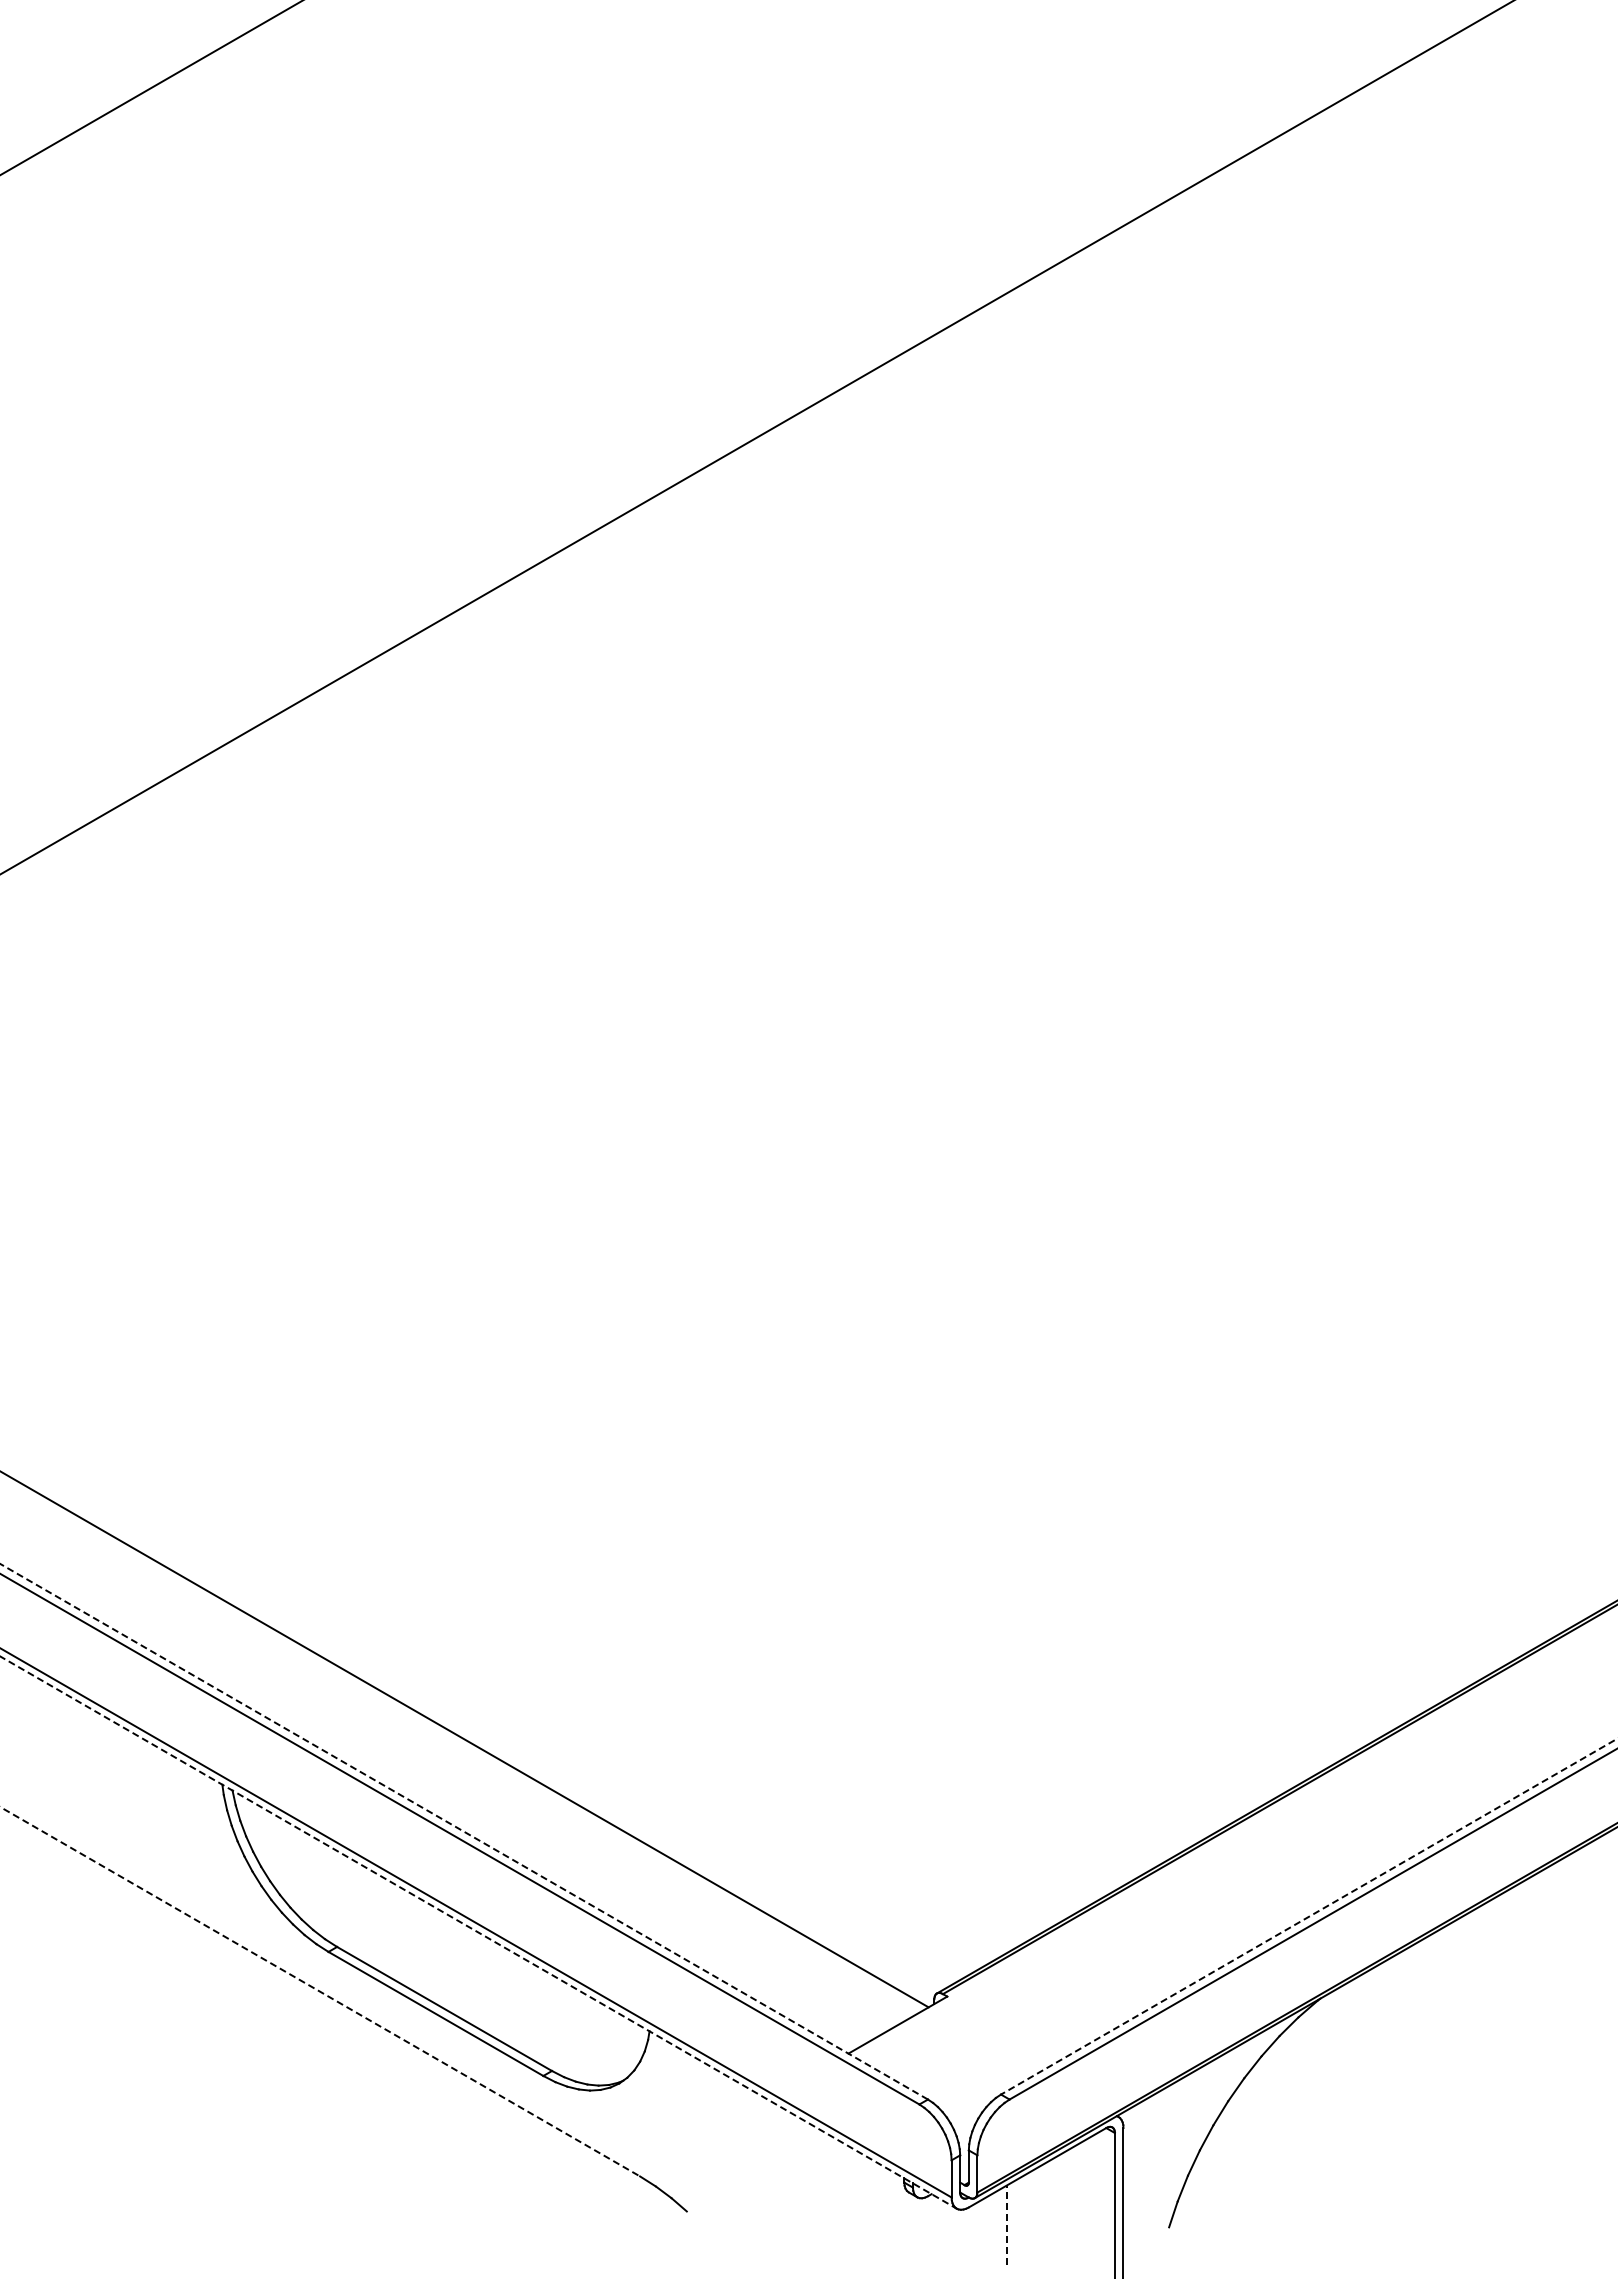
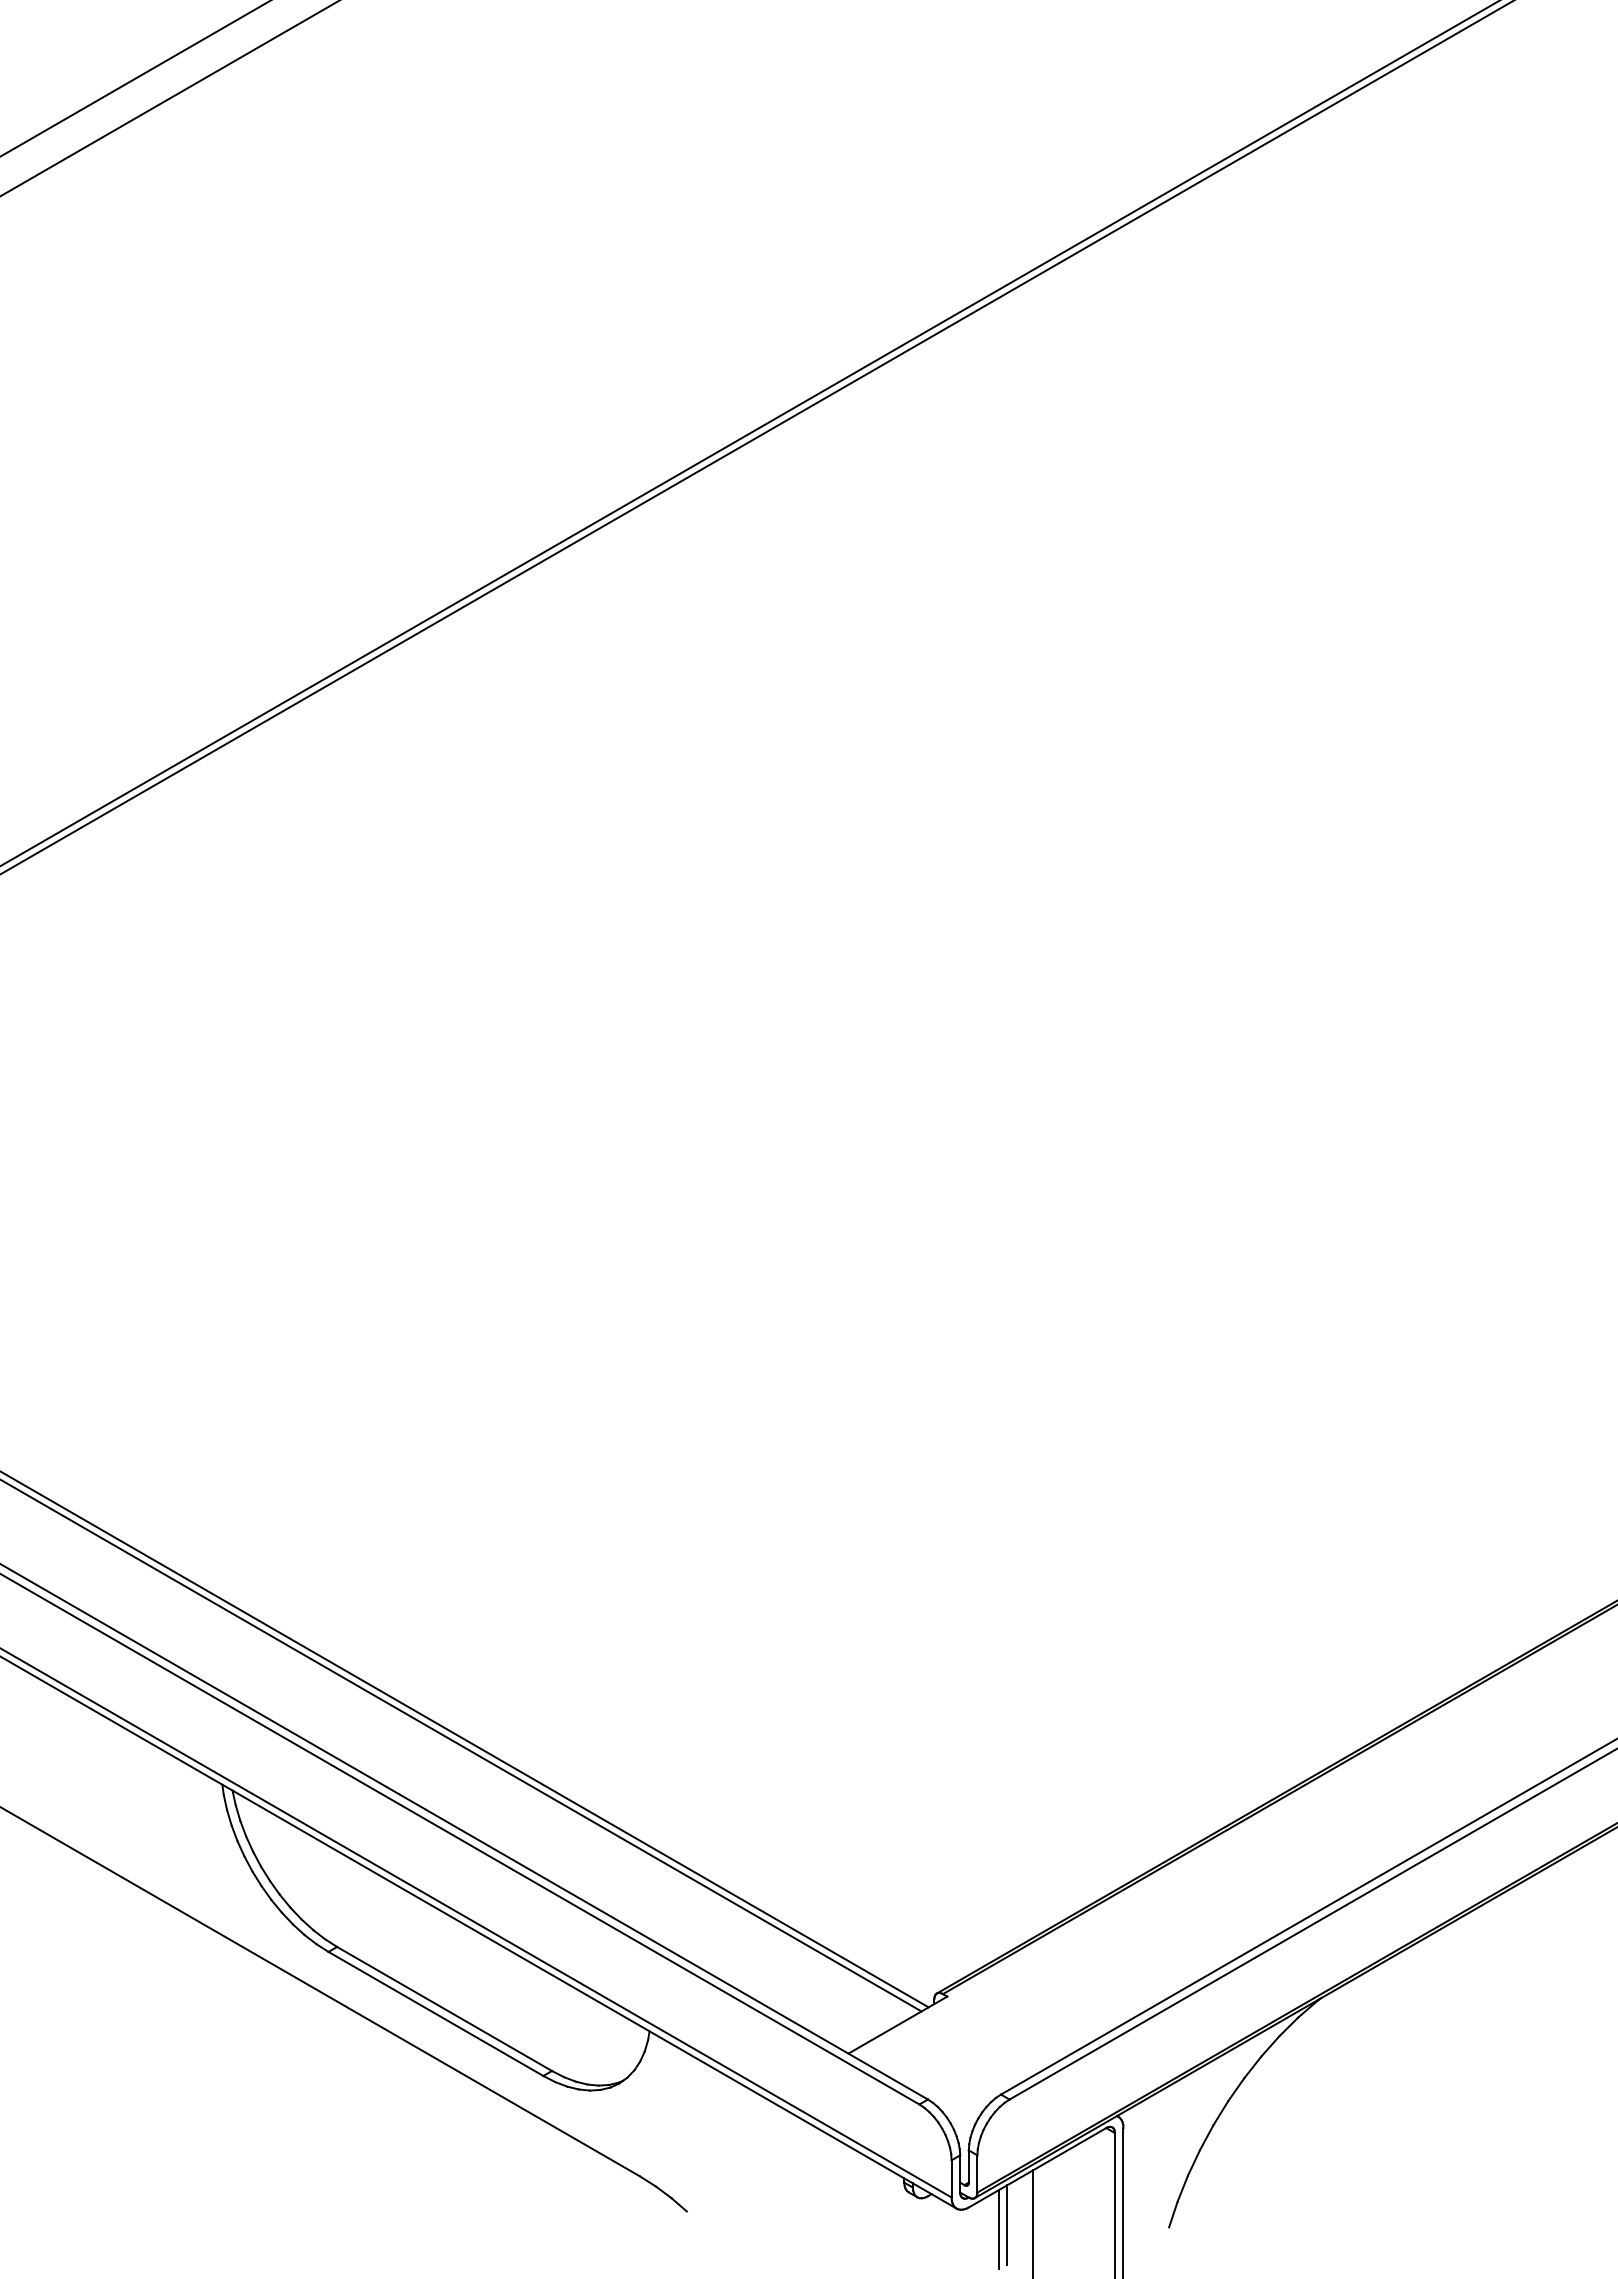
line at (135, 78): none -> present
line at (150, 87) position: (150, 87) -> (169, 98)
line at (749, 433): none -> present
line at (461, 1745): none -> present
line at (463, 1831): dashed -> solid
line at (1309, 1916): dashed -> solid
line at (478, 1932): dashed -> solid
line at (320, 1991): dashed -> solid
line at (1033, 2222): none -> present
line at (1007, 2224): dashed -> solid
line at (998, 2229): none -> present
